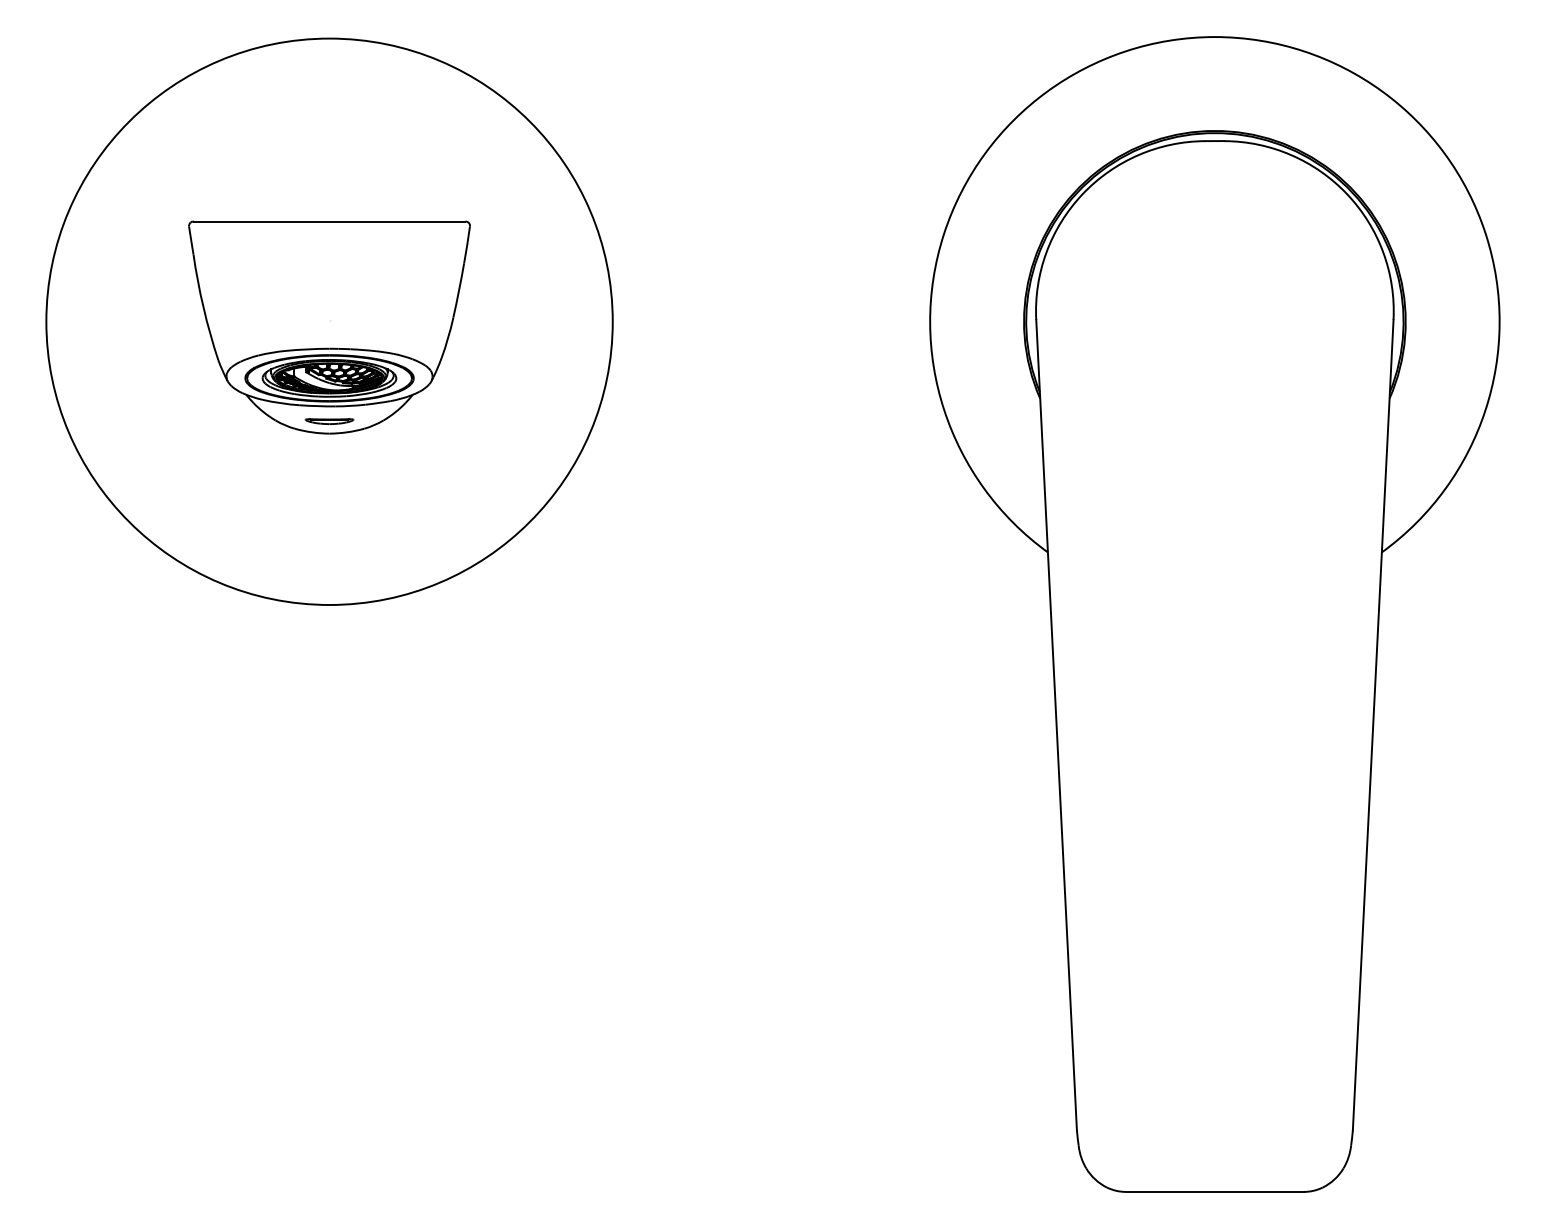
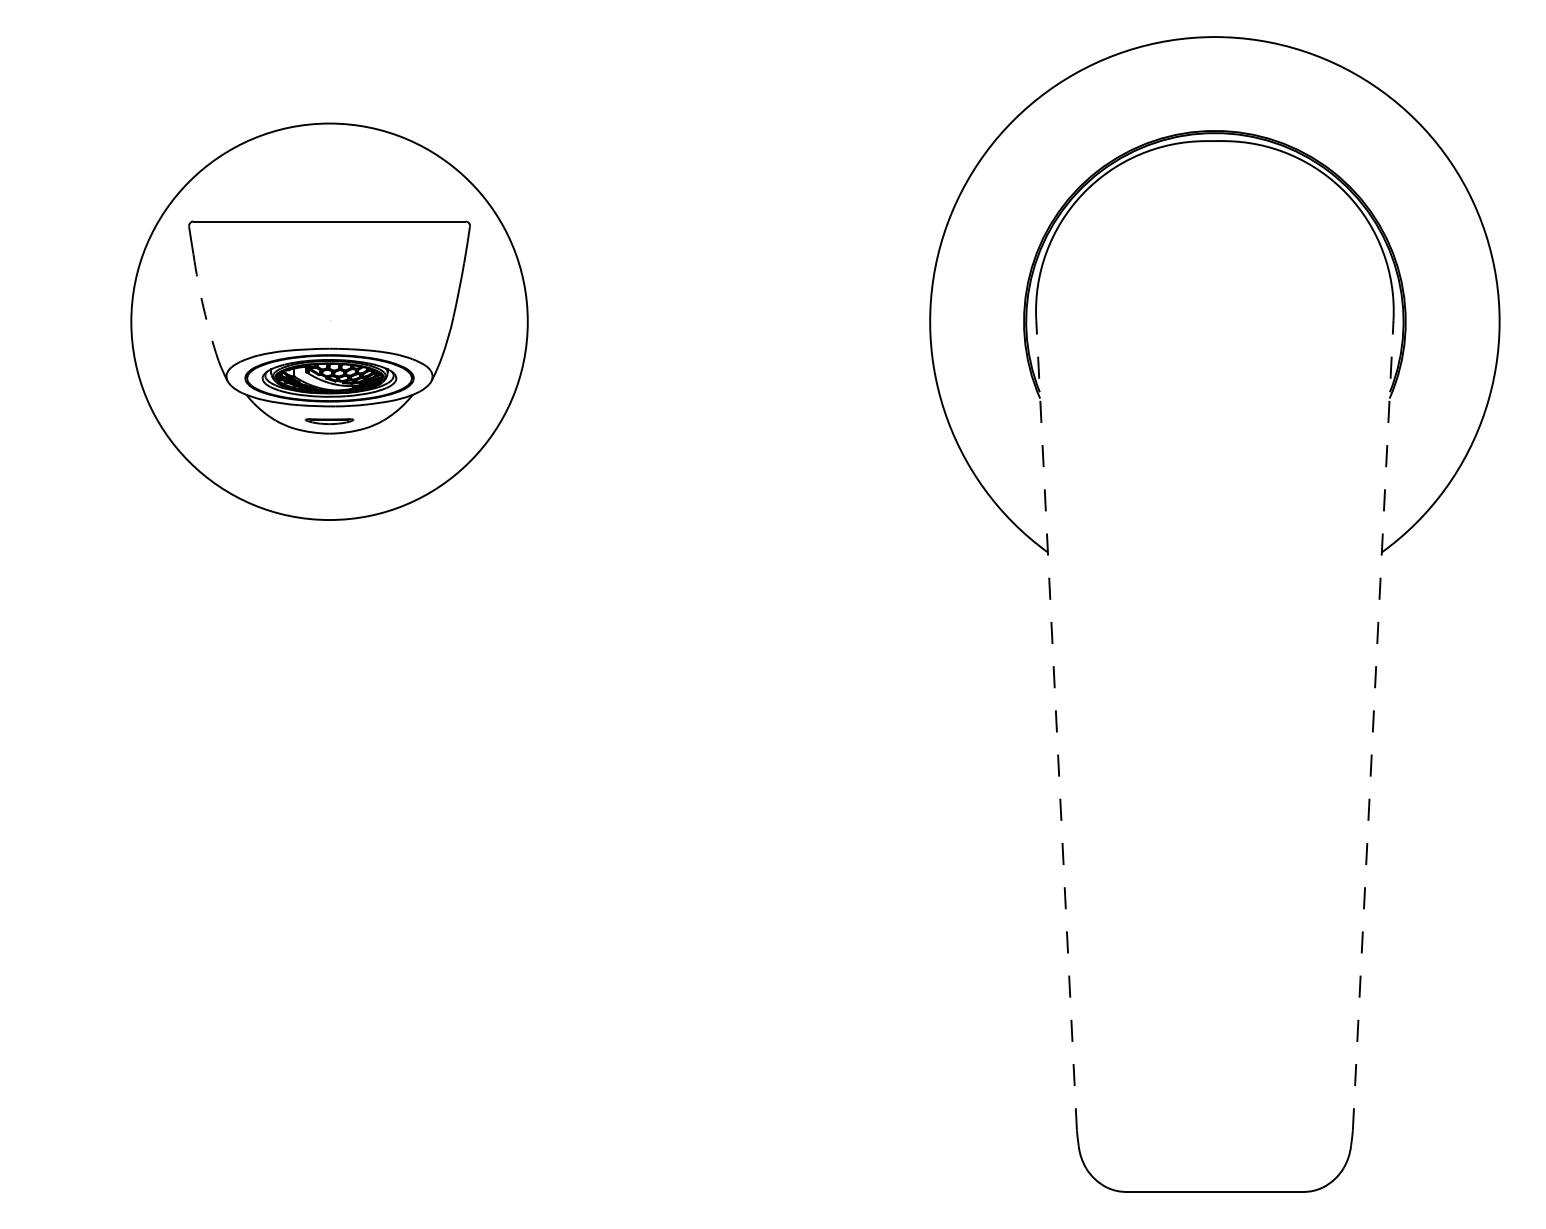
arc at (203, 307): solid -> dashed
circle at (329, 321) diameter: 566 px -> 396 px
line at (1056, 725): solid -> dashed
line at (1373, 725): solid -> dashed
